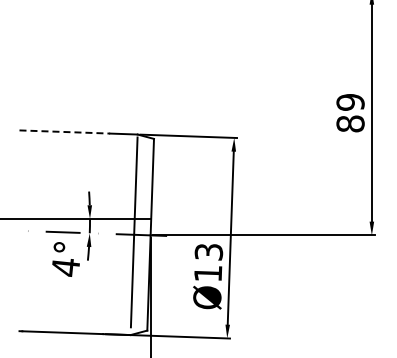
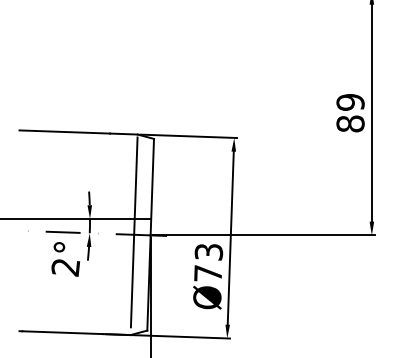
line at (65, 132): dashed -> solid
text at (65, 267): 4° -> 2°
text at (208, 273): Ø13 -> Ø73
